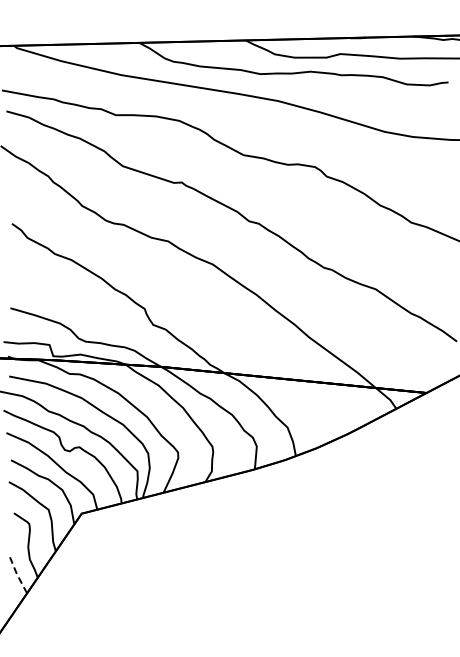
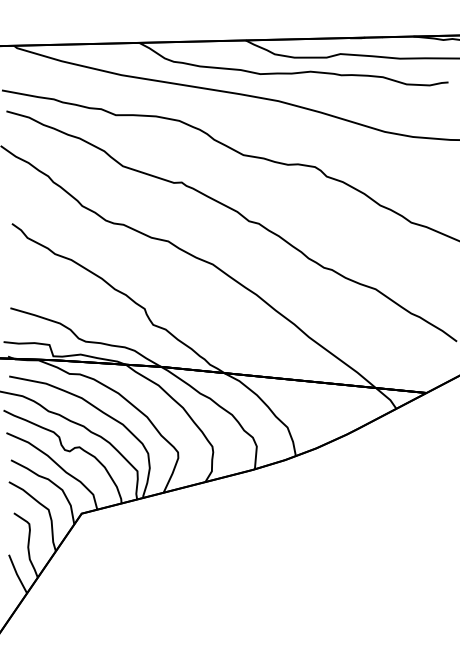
line at (16, 574): dashed -> solid
